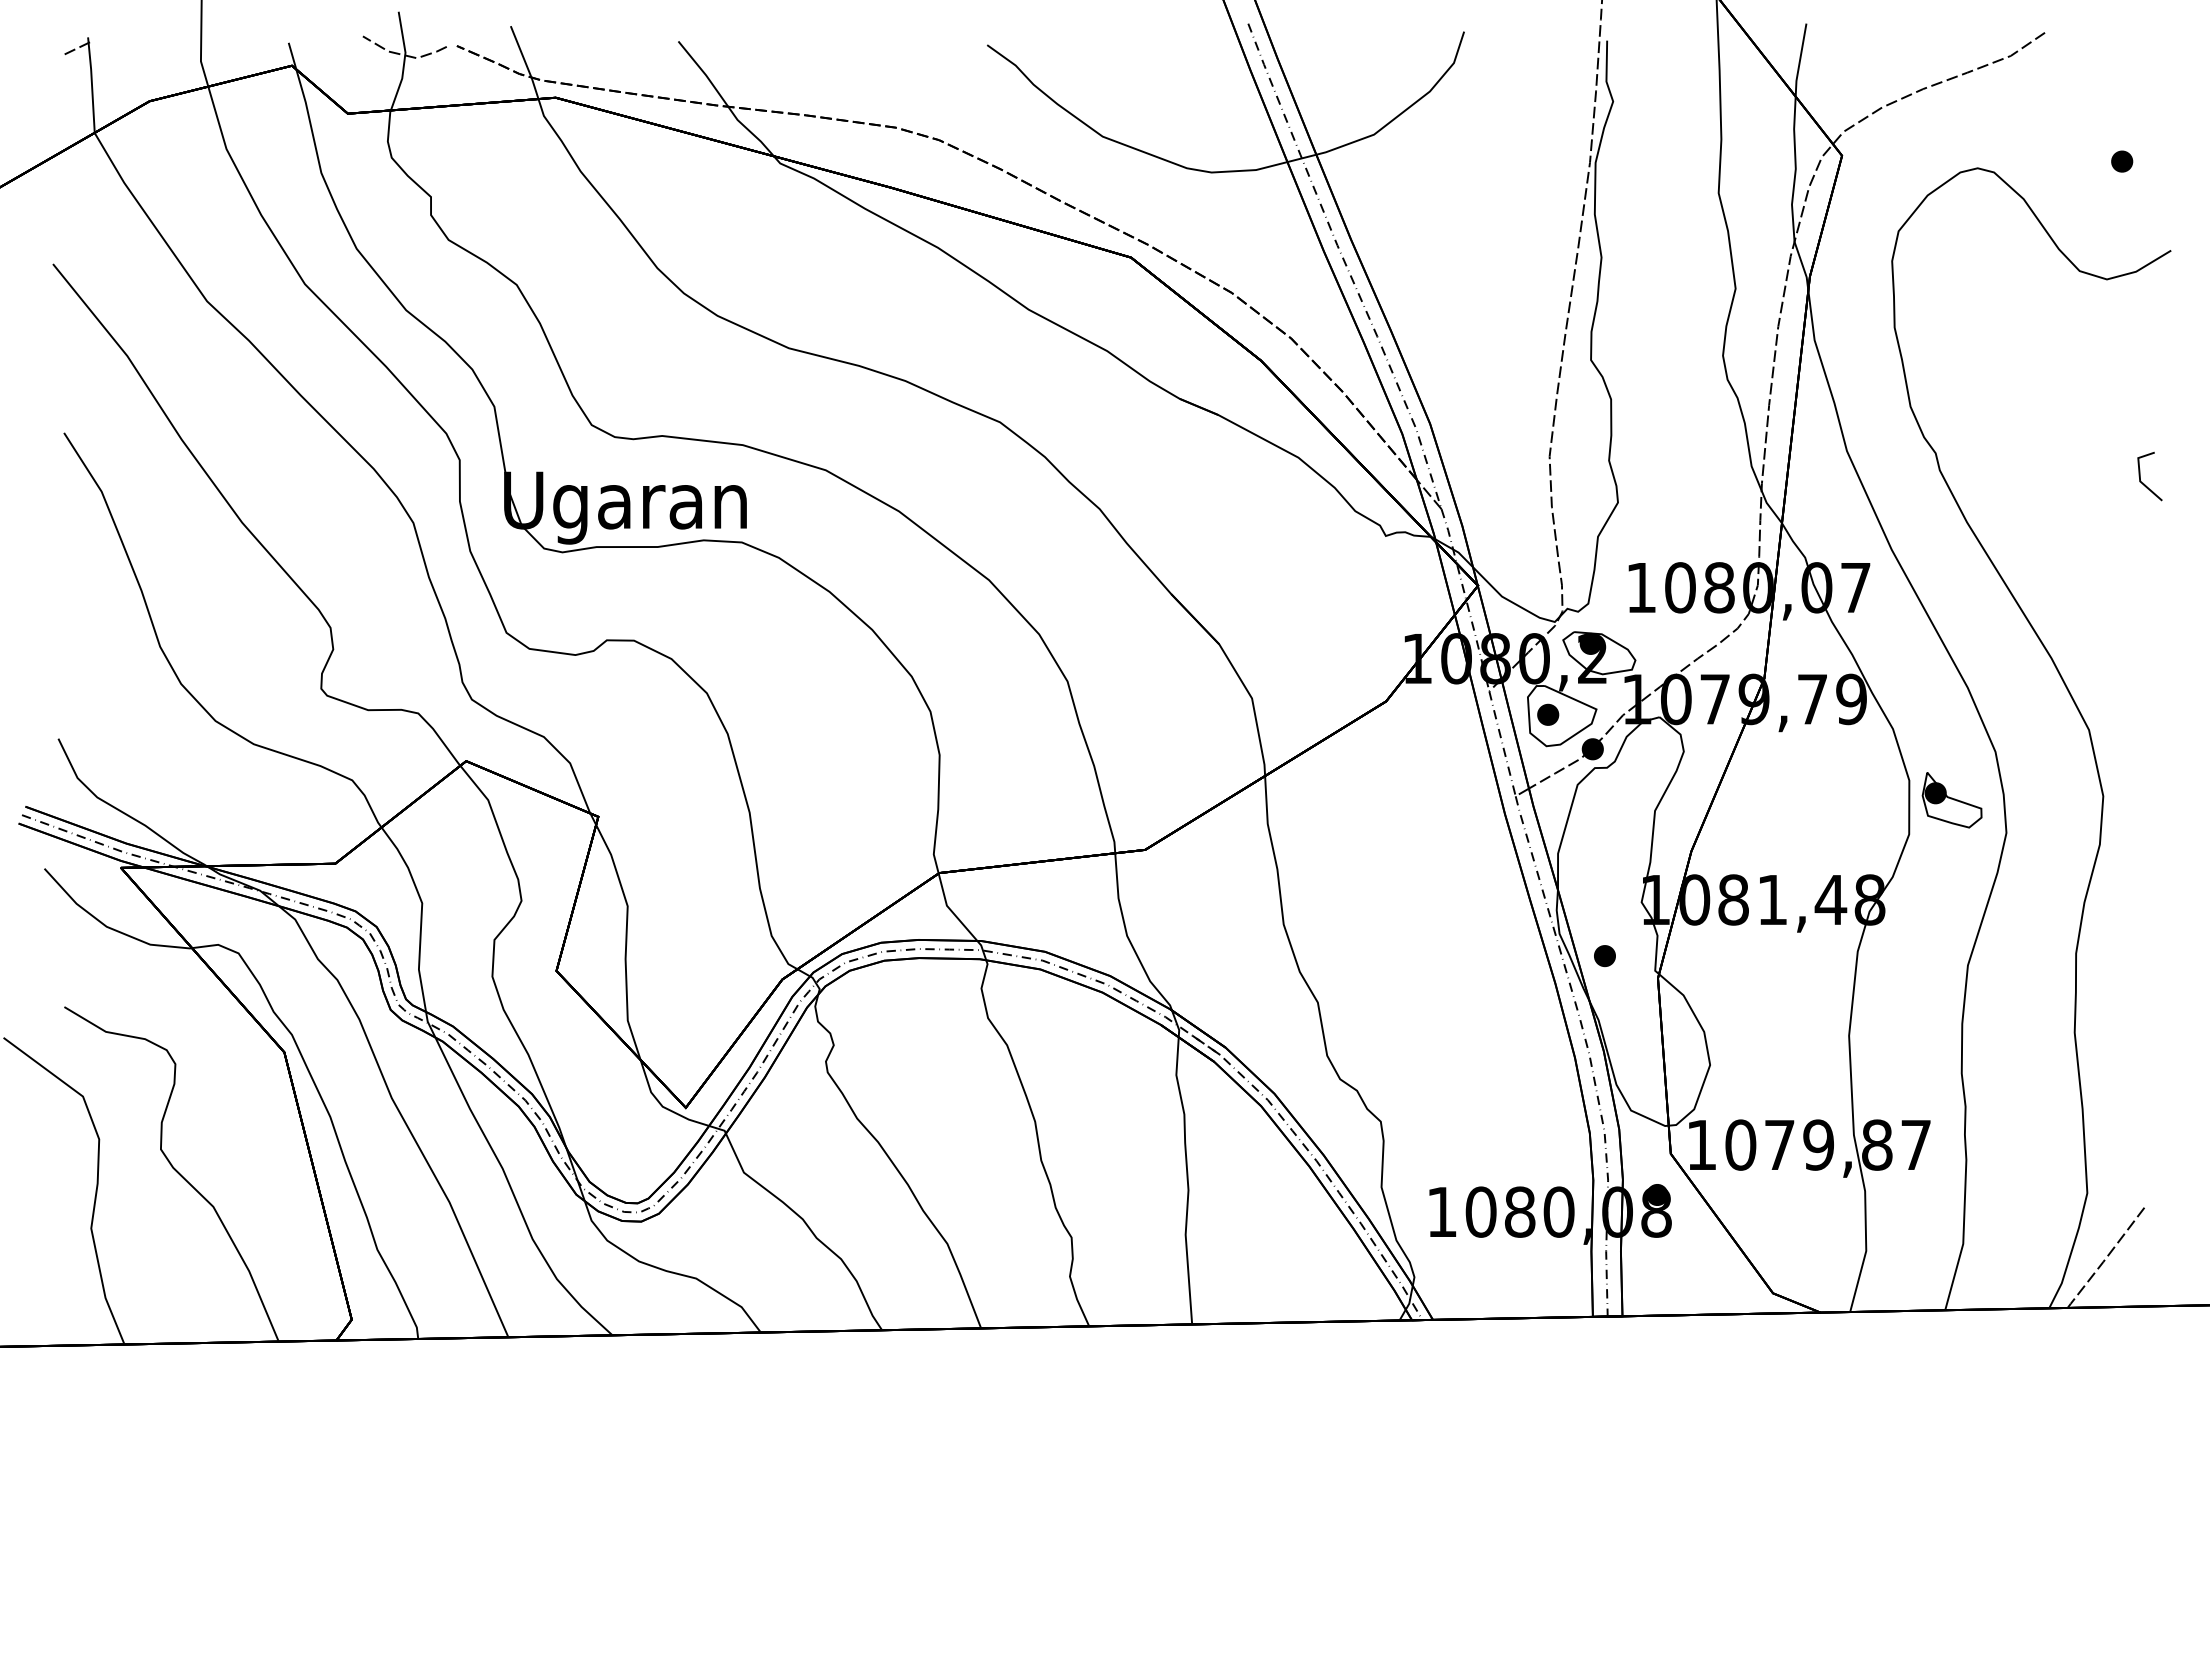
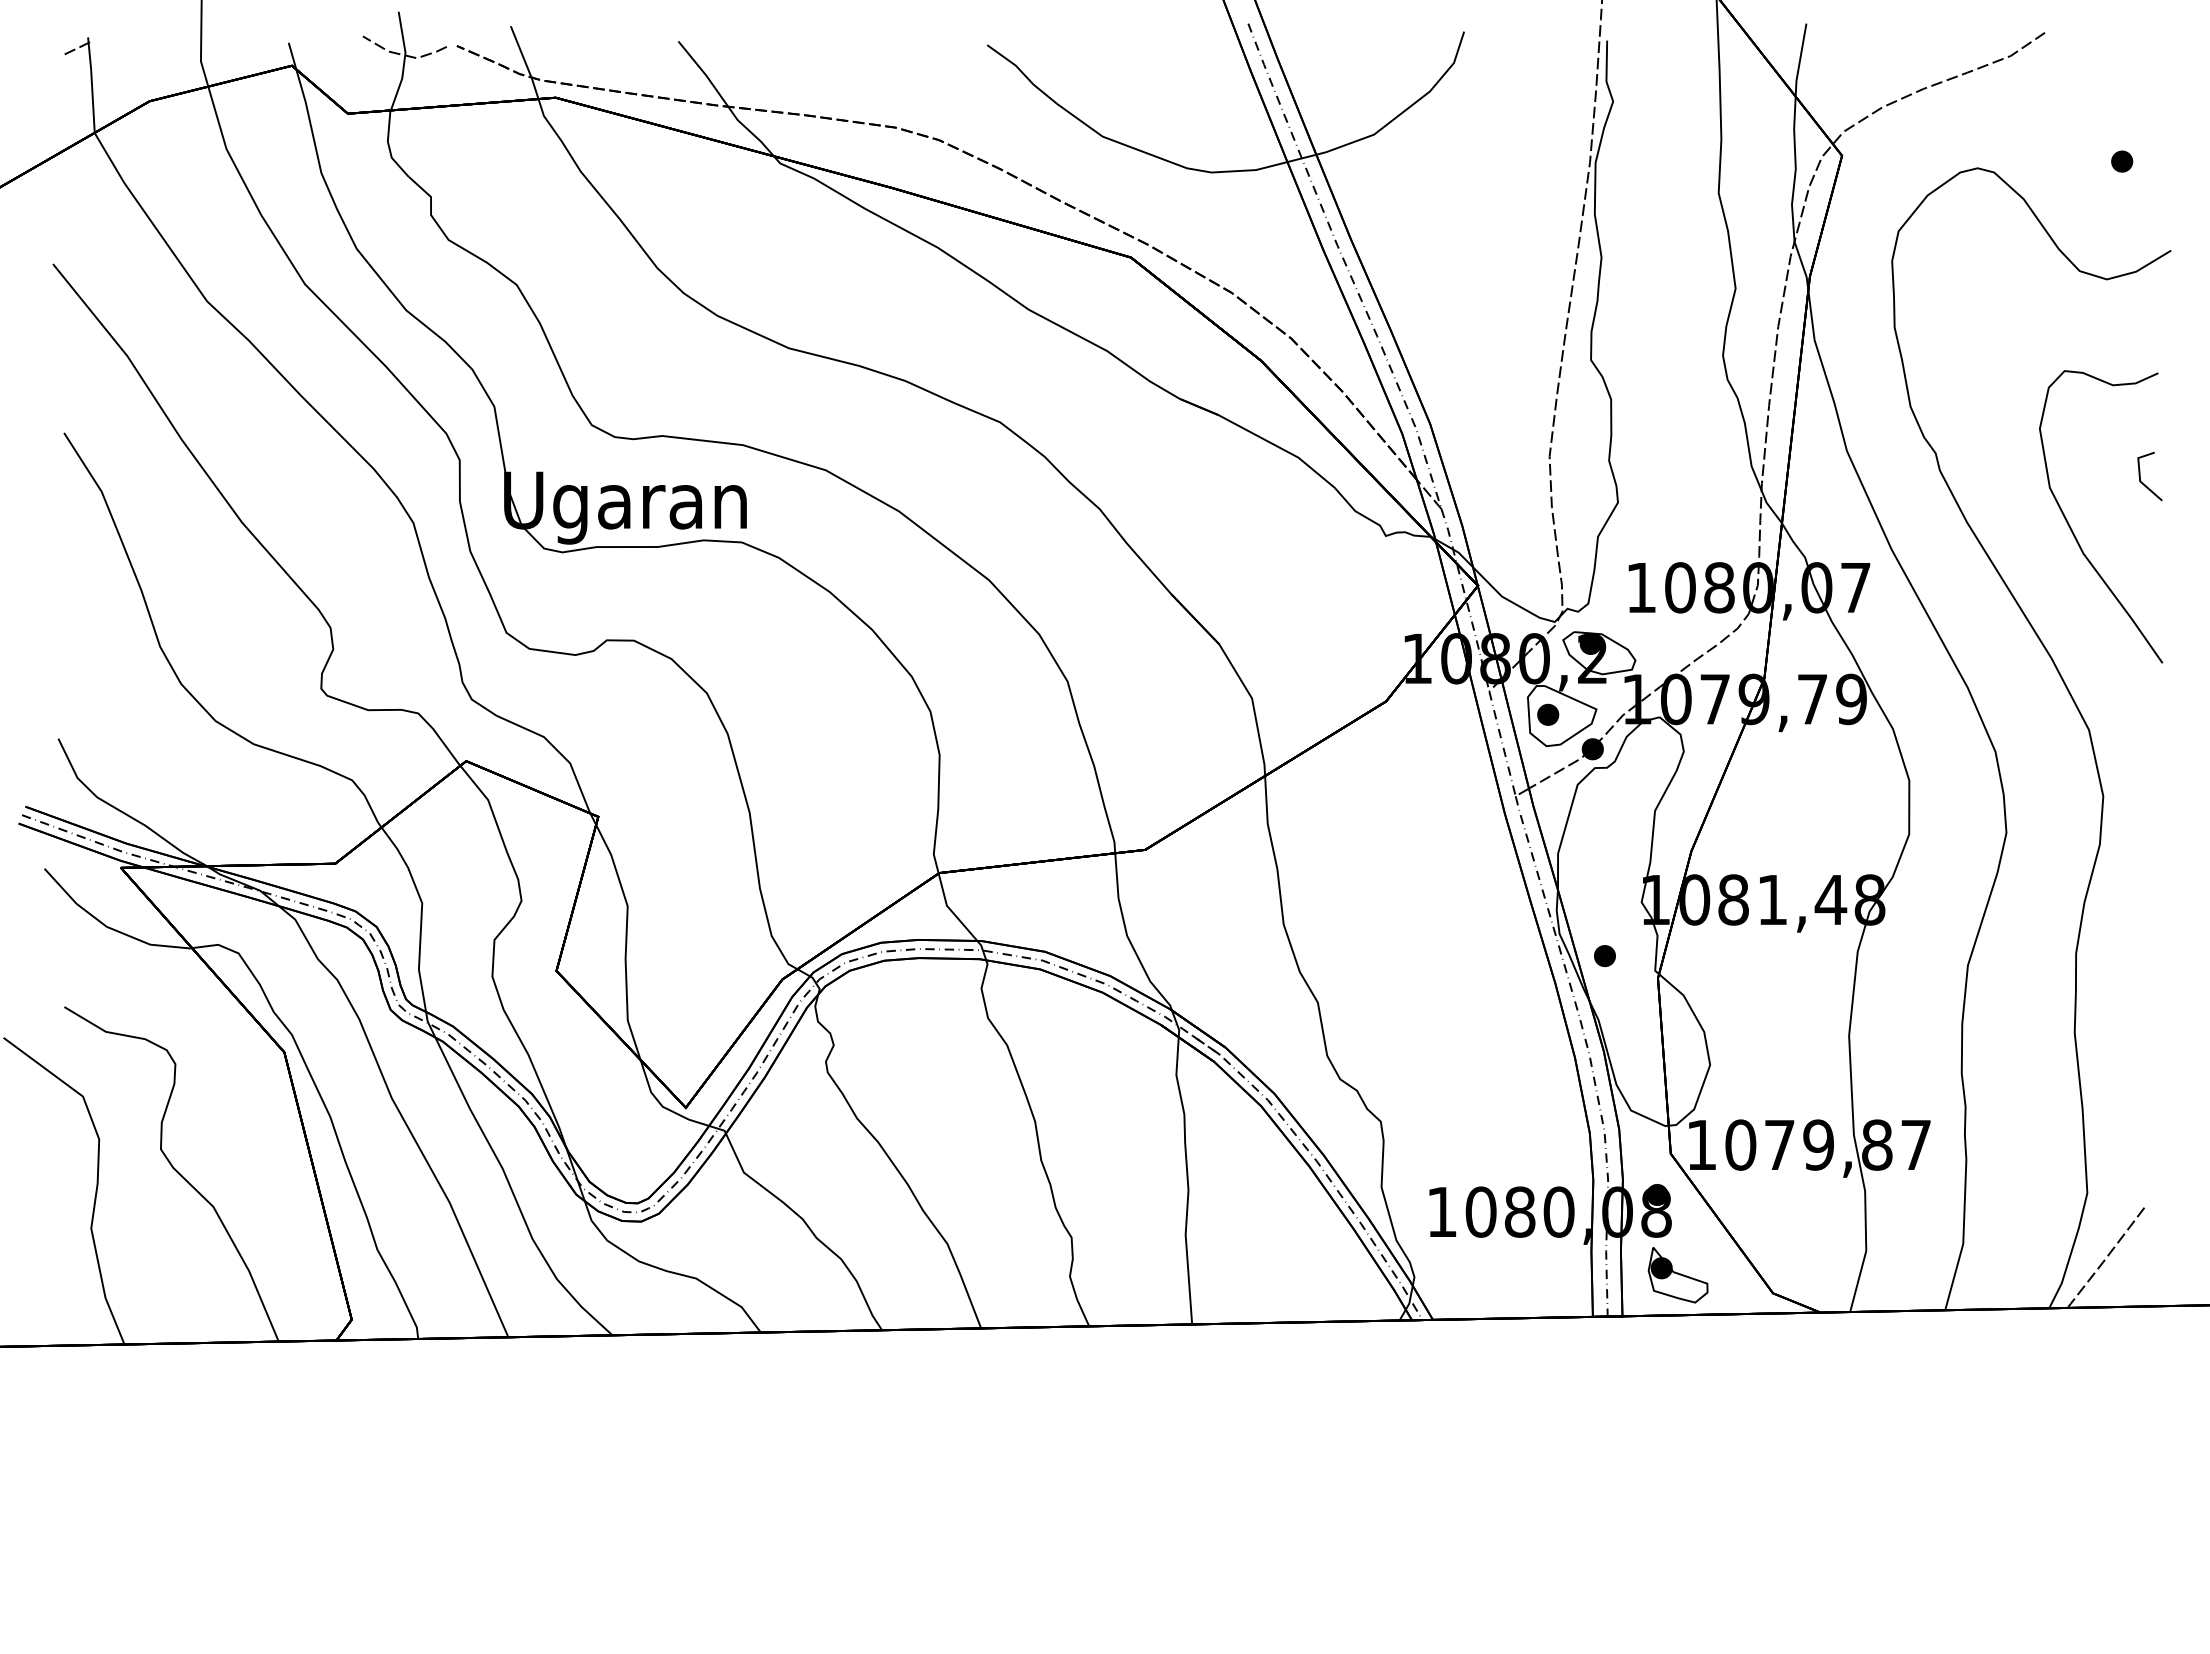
curve at (2073, 531): none -> present
part at (1951, 800) position: (1951, 800) -> (1677, 1275)
